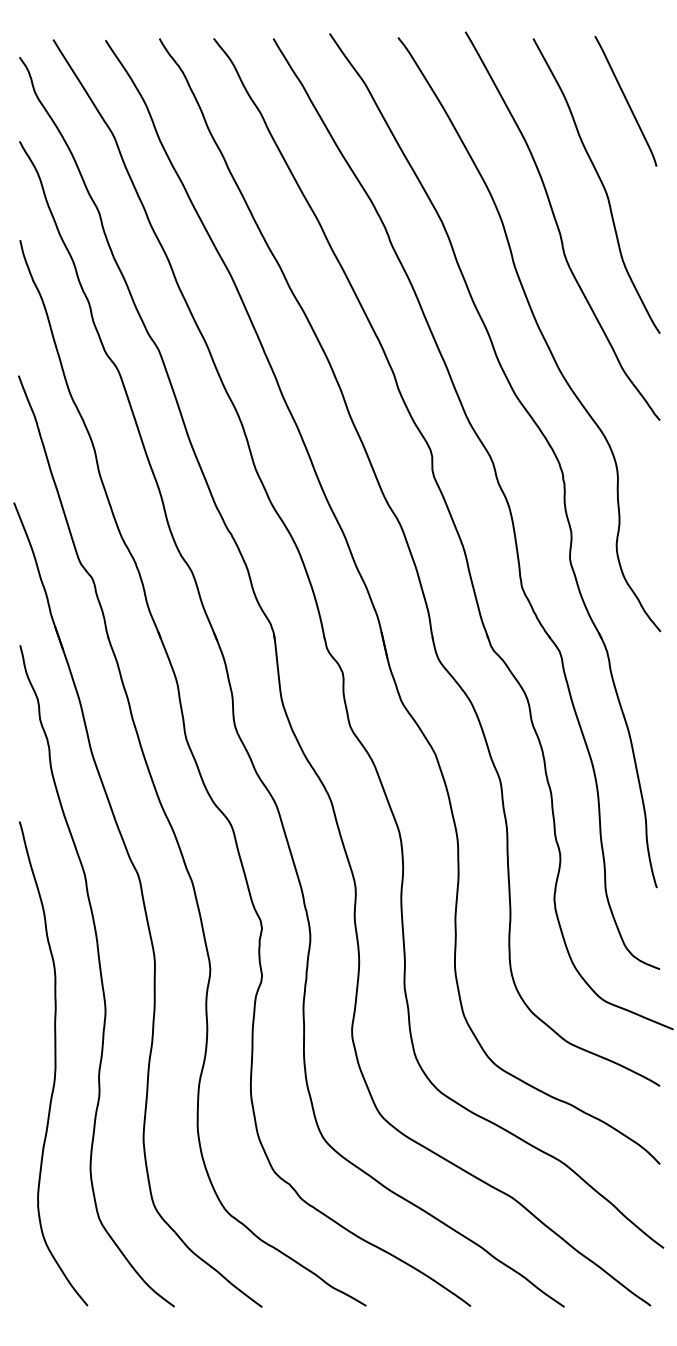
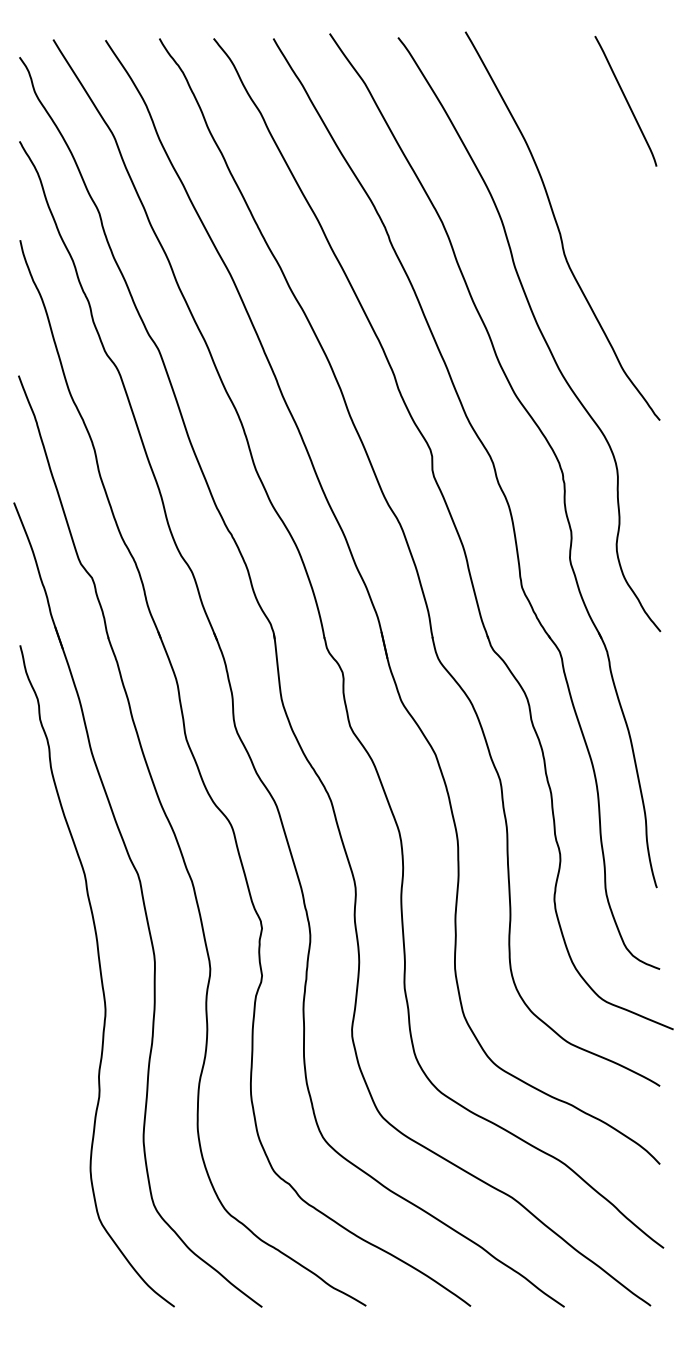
curve at (600, 182): present -> none
curve at (54, 1063): present -> none
